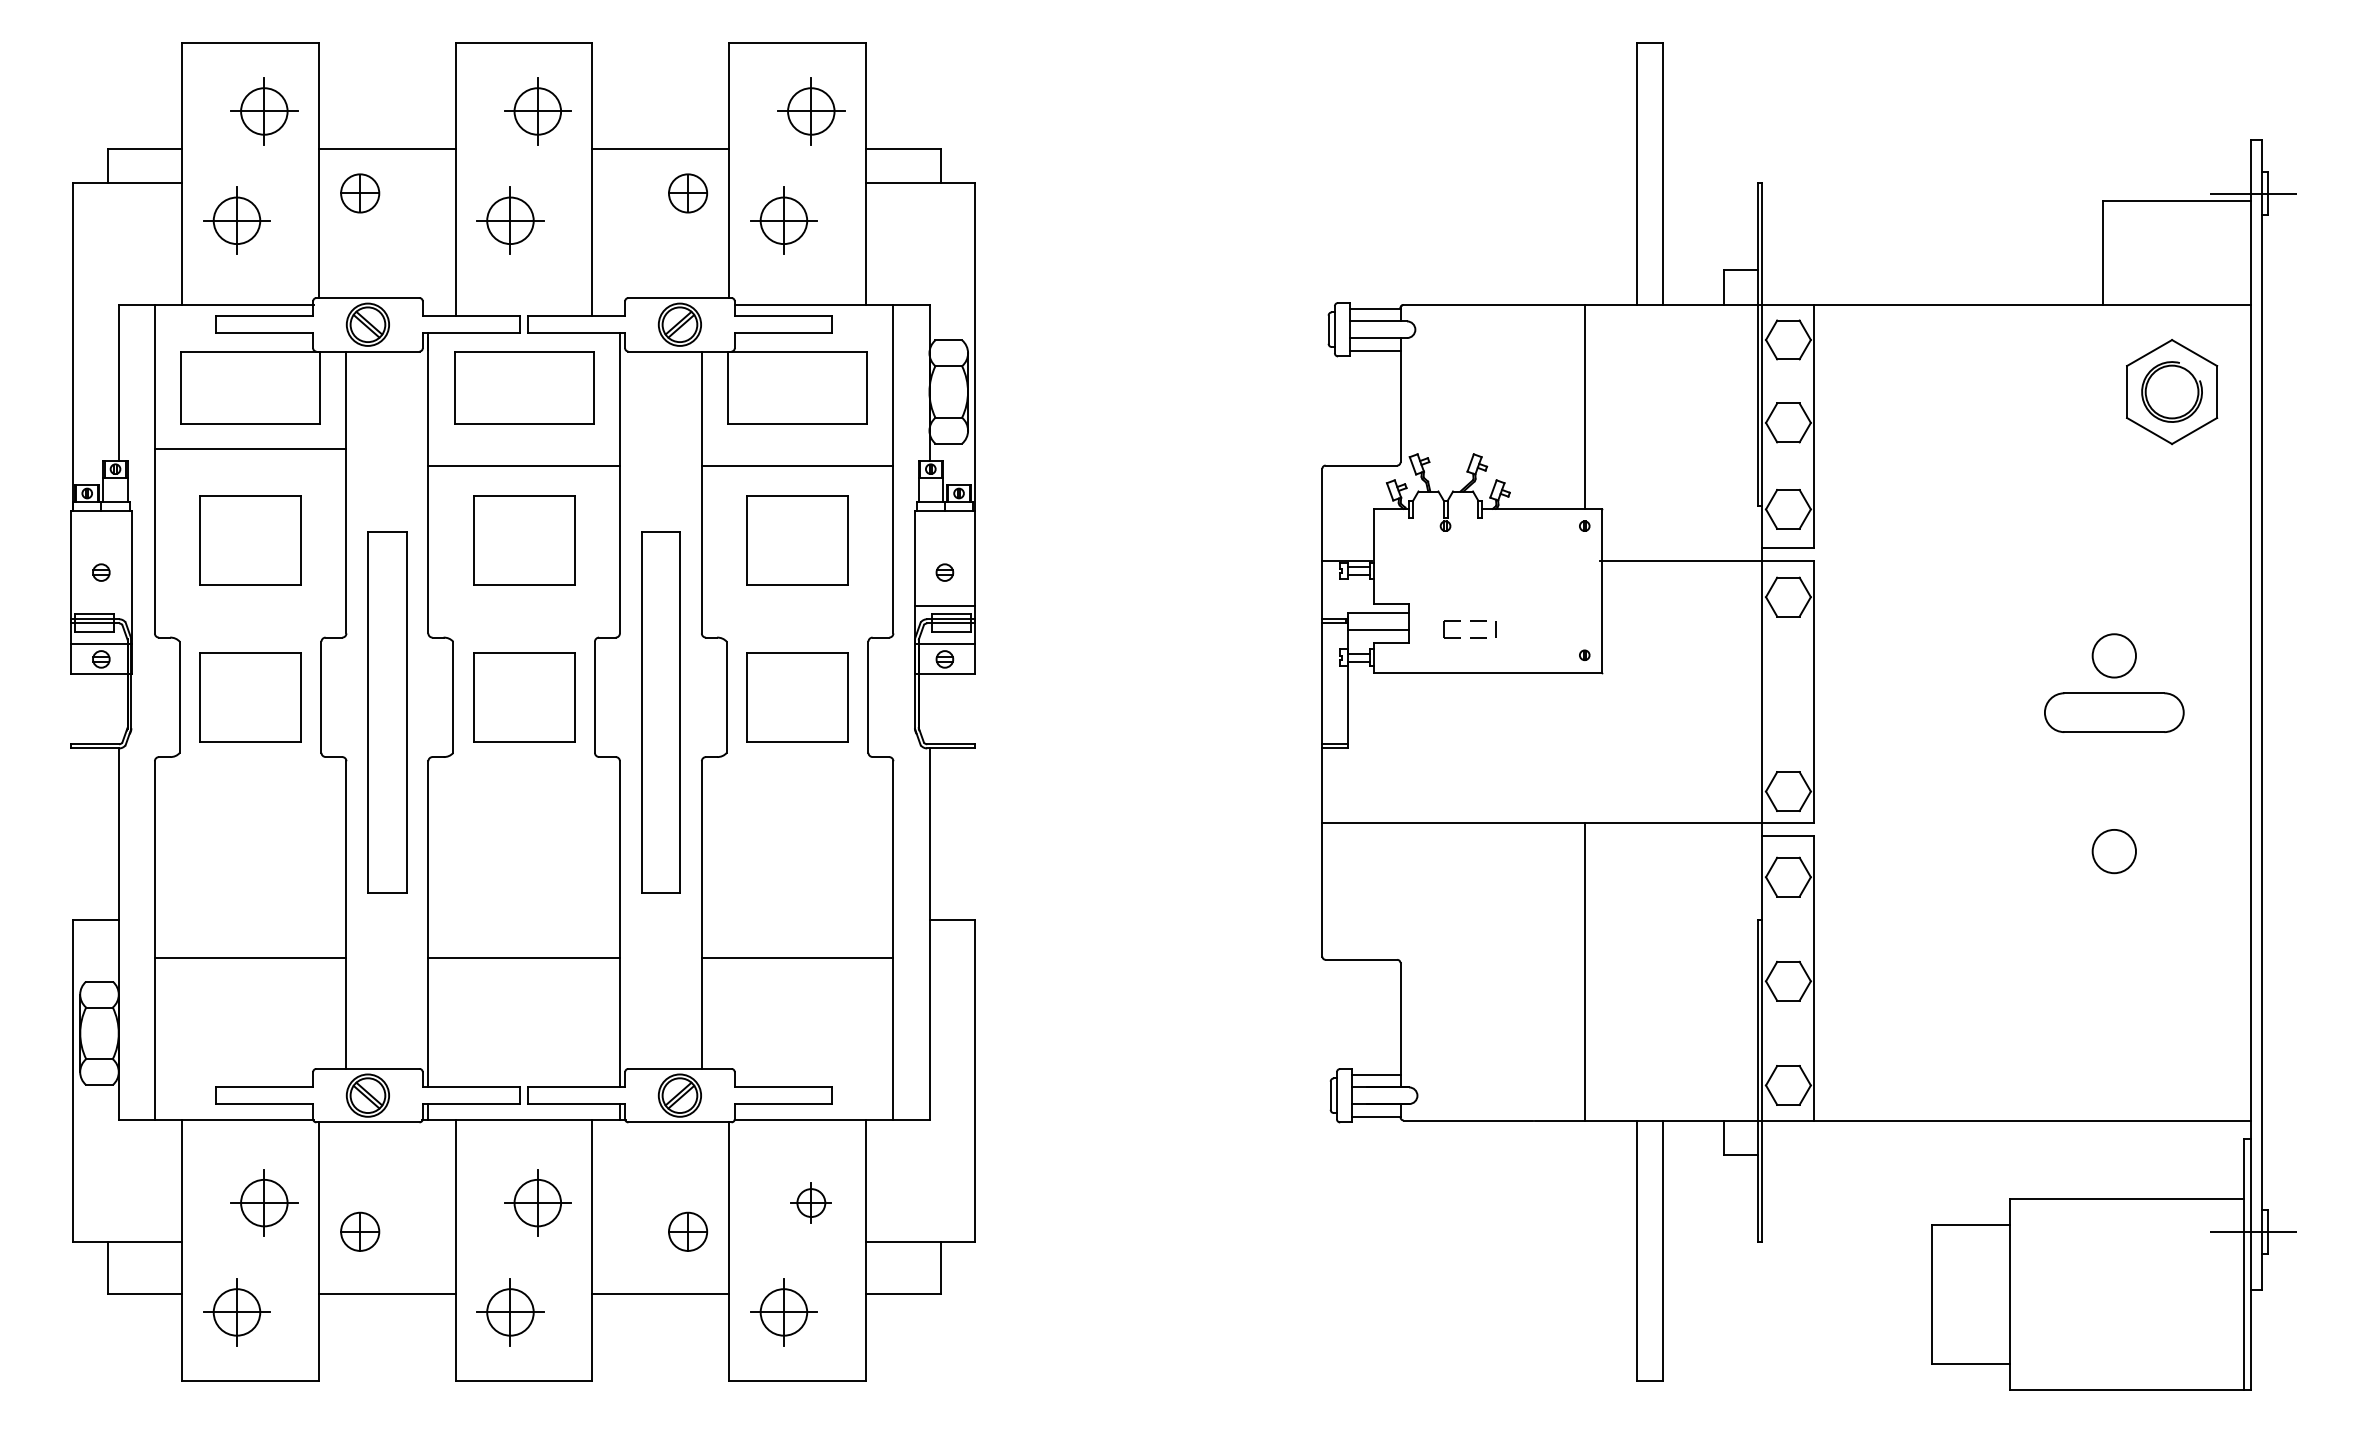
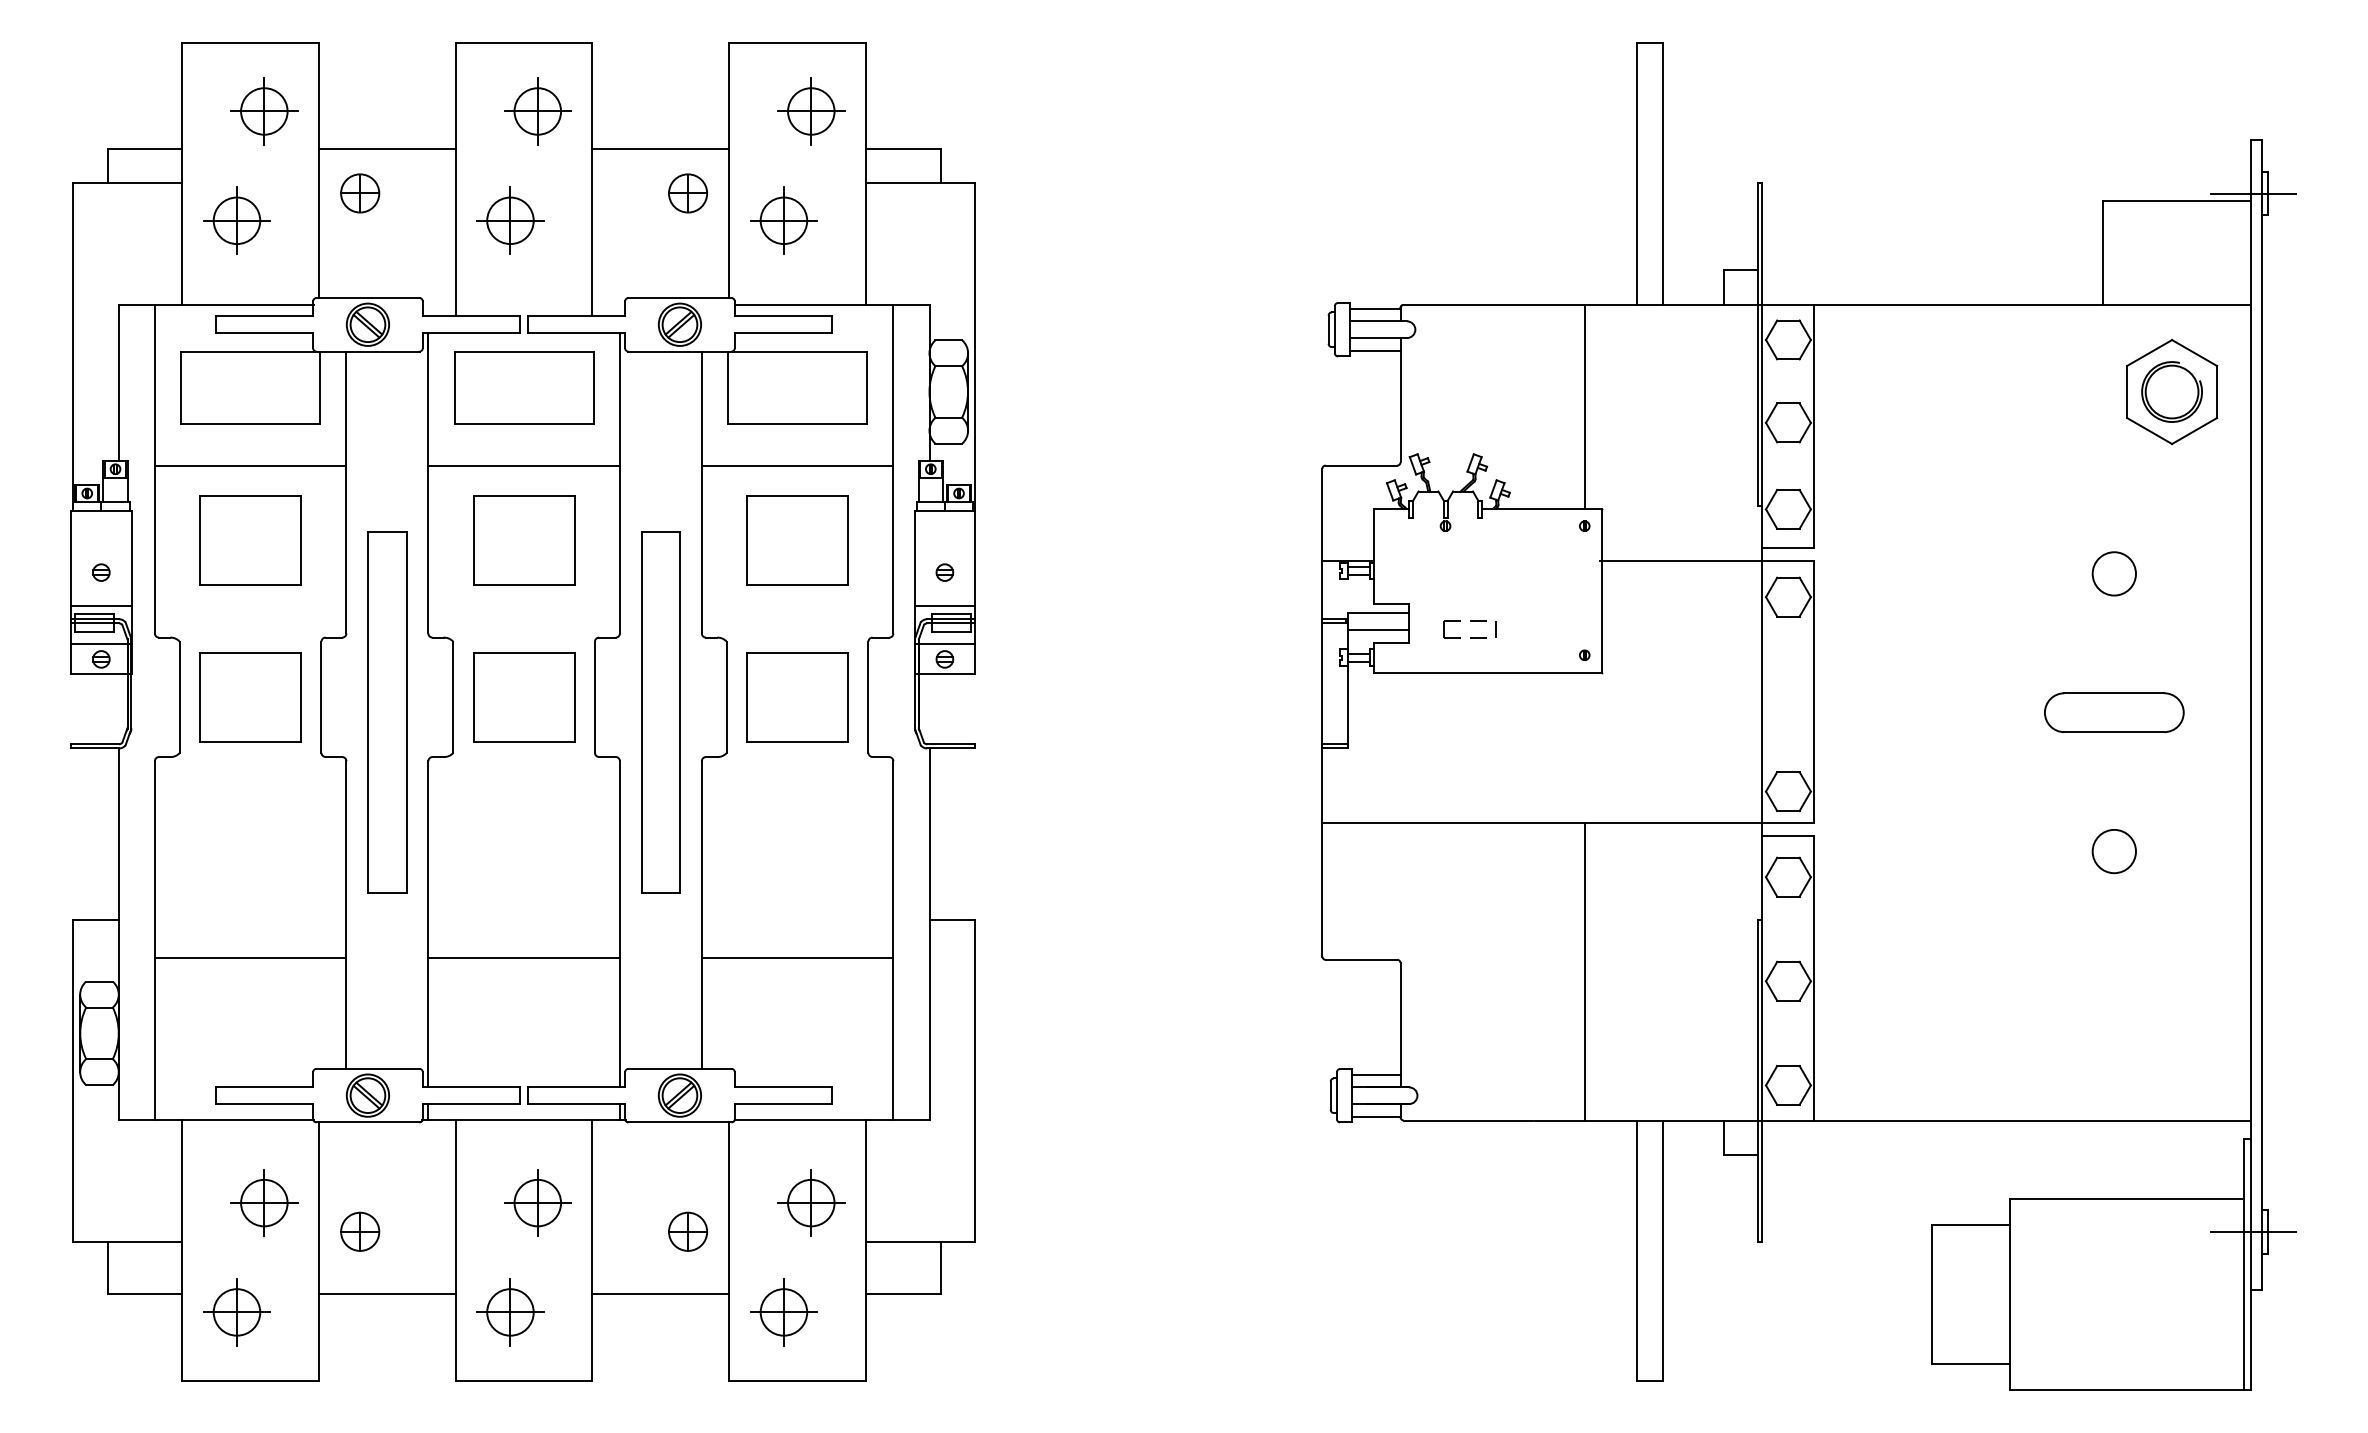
line at (250, 449) position: (250, 449) -> (250, 466)
line at (101, 605): none -> present
circle at (2113, 655) position: (2113, 655) -> (2113, 573)
part at (810, 1202) size: 42x42 px -> 69x68 px
